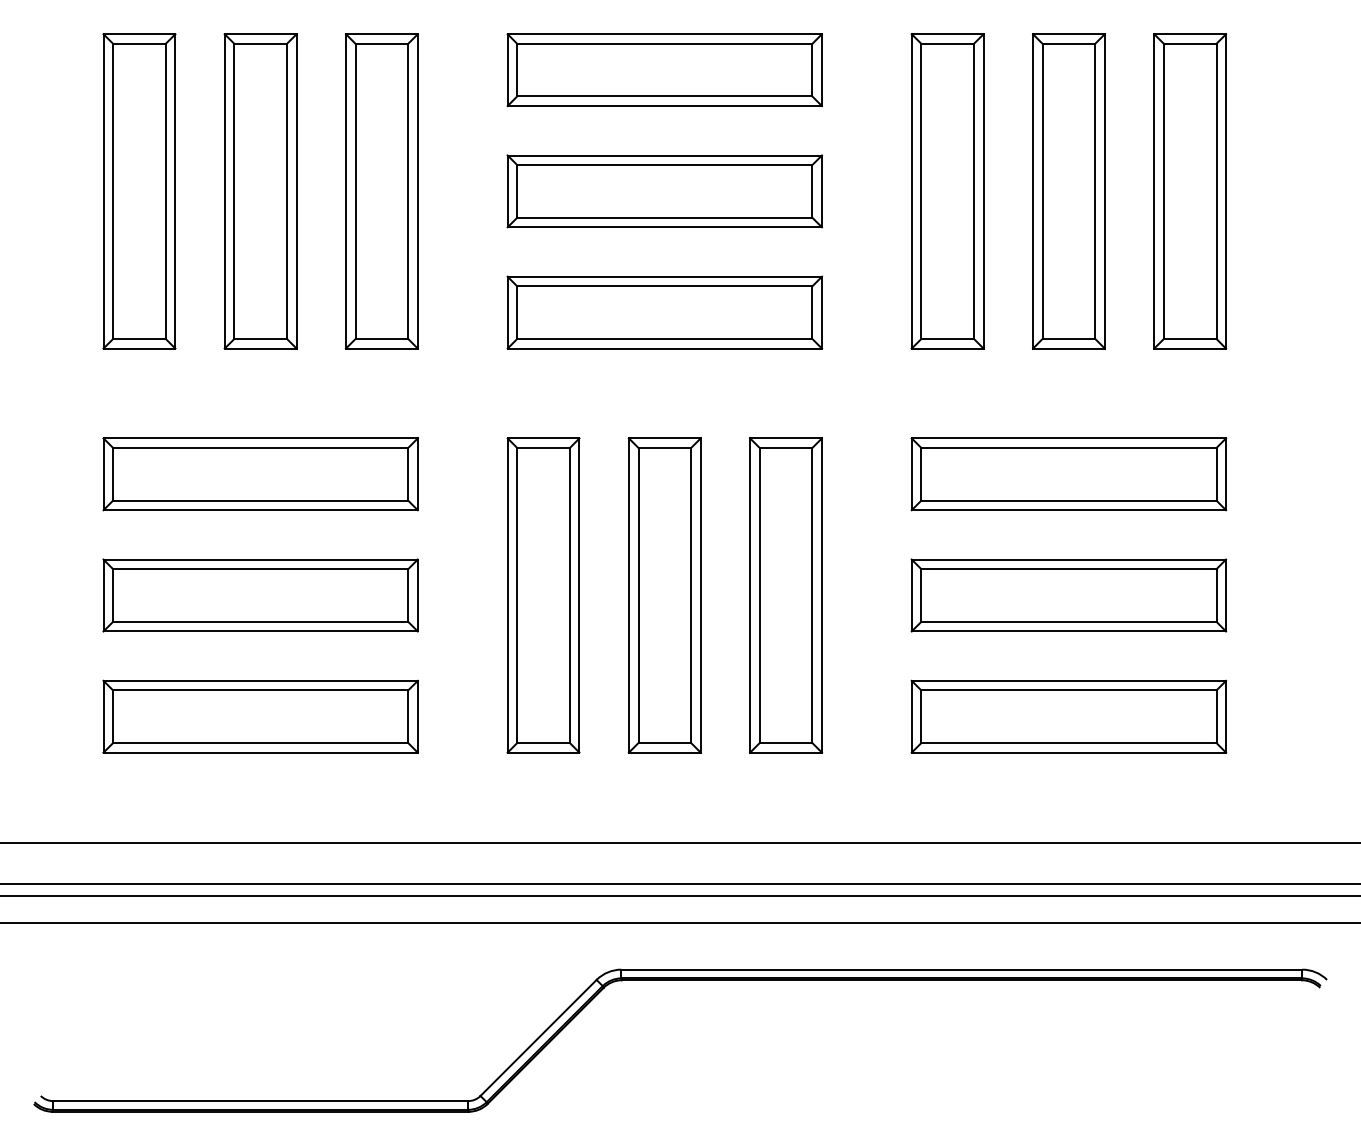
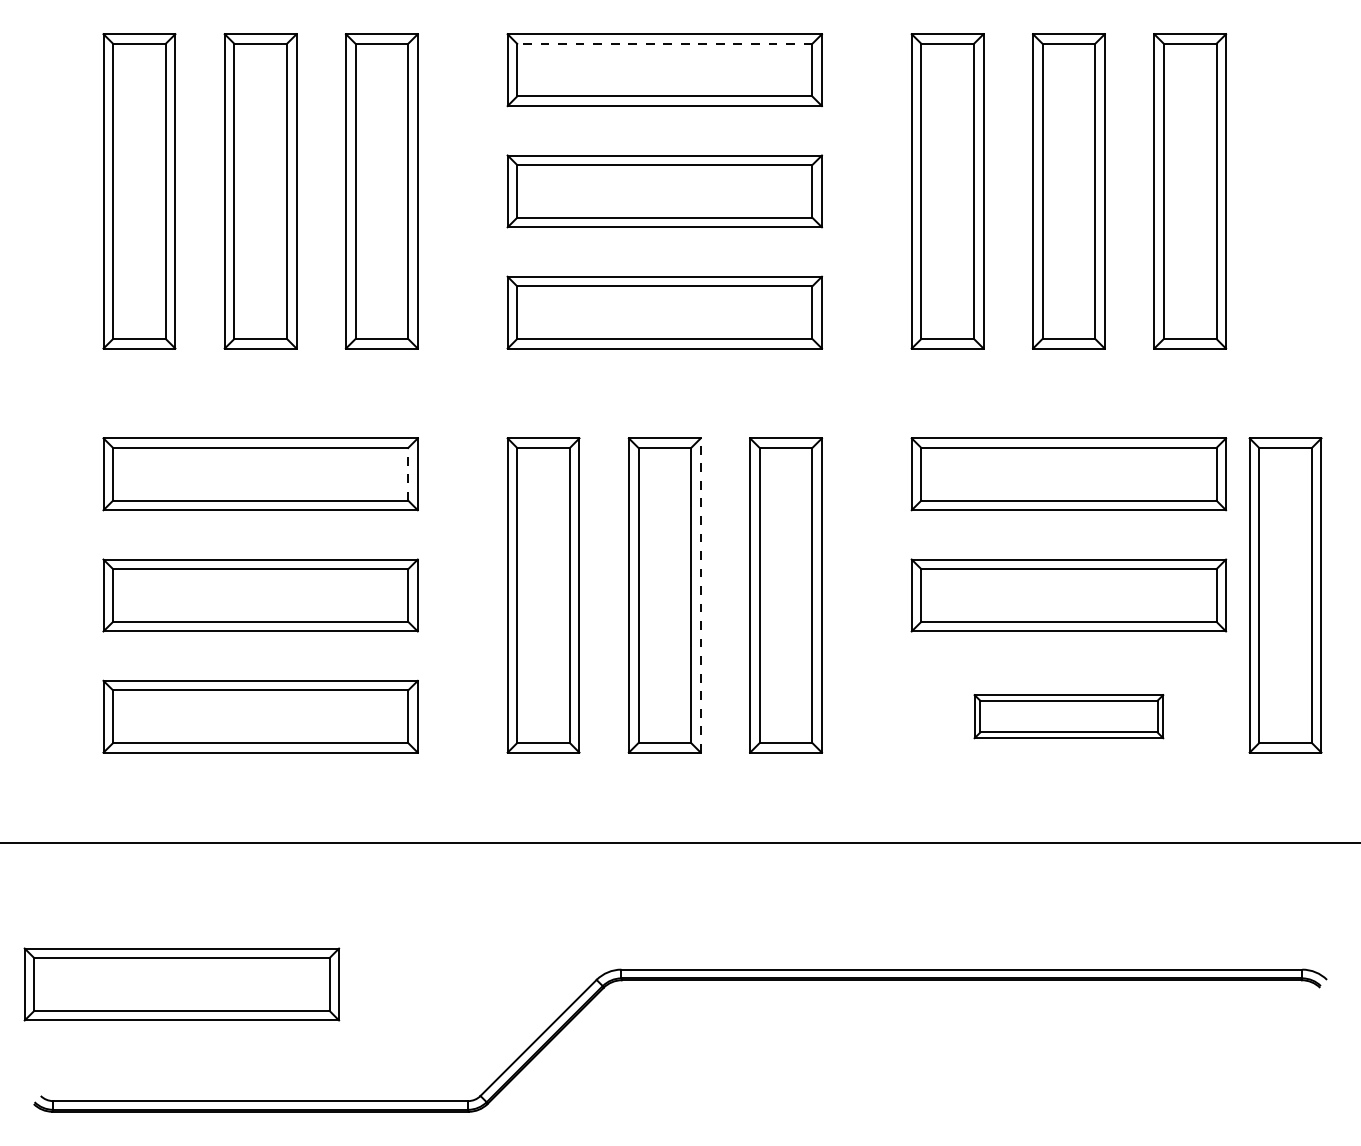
line at (664, 43): solid -> dashed
line at (408, 473): solid -> dashed
line at (700, 595): solid -> dashed
part at (1285, 595): none -> present
part at (1068, 716) size: 318x75 px -> 192x46 px
line at (679, 883): present -> none
line at (679, 896): present -> none
line at (679, 922): present -> none
part at (181, 984): none -> present
